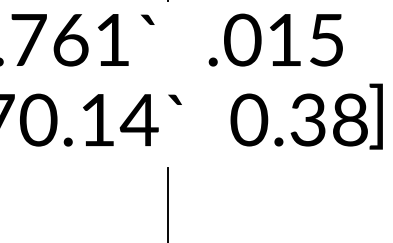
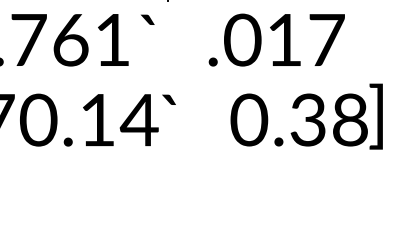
text at (326, 40): .015 -> .017
text at (174, 99) position: (174, 99) -> (168, 99)
line at (168, 203): present -> none
